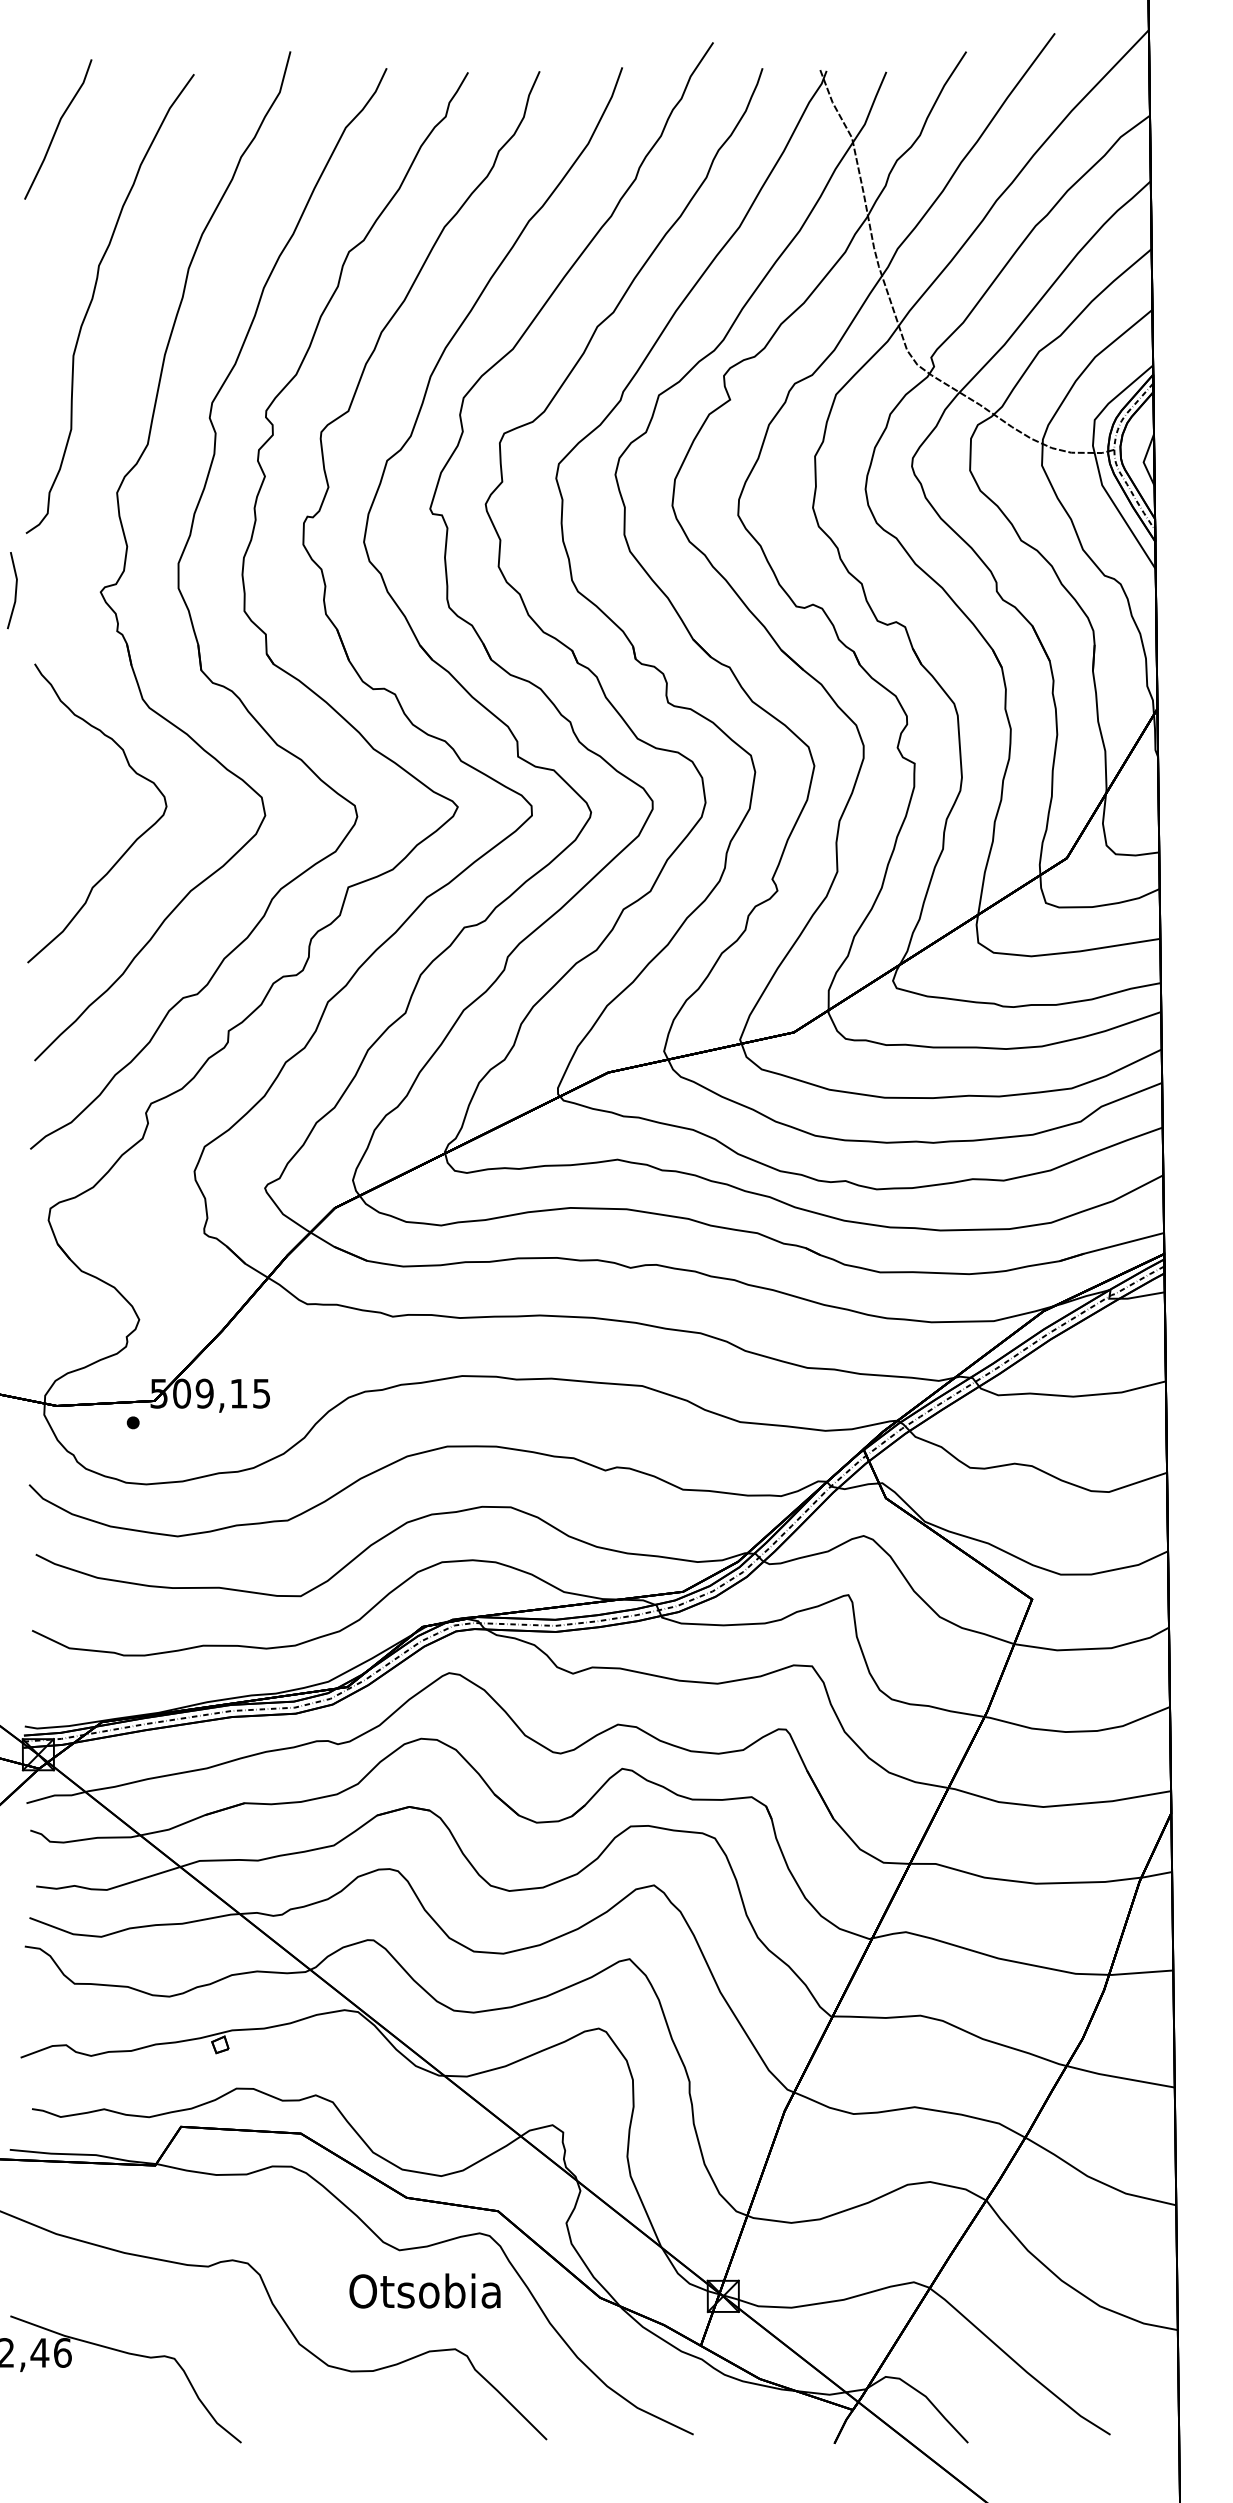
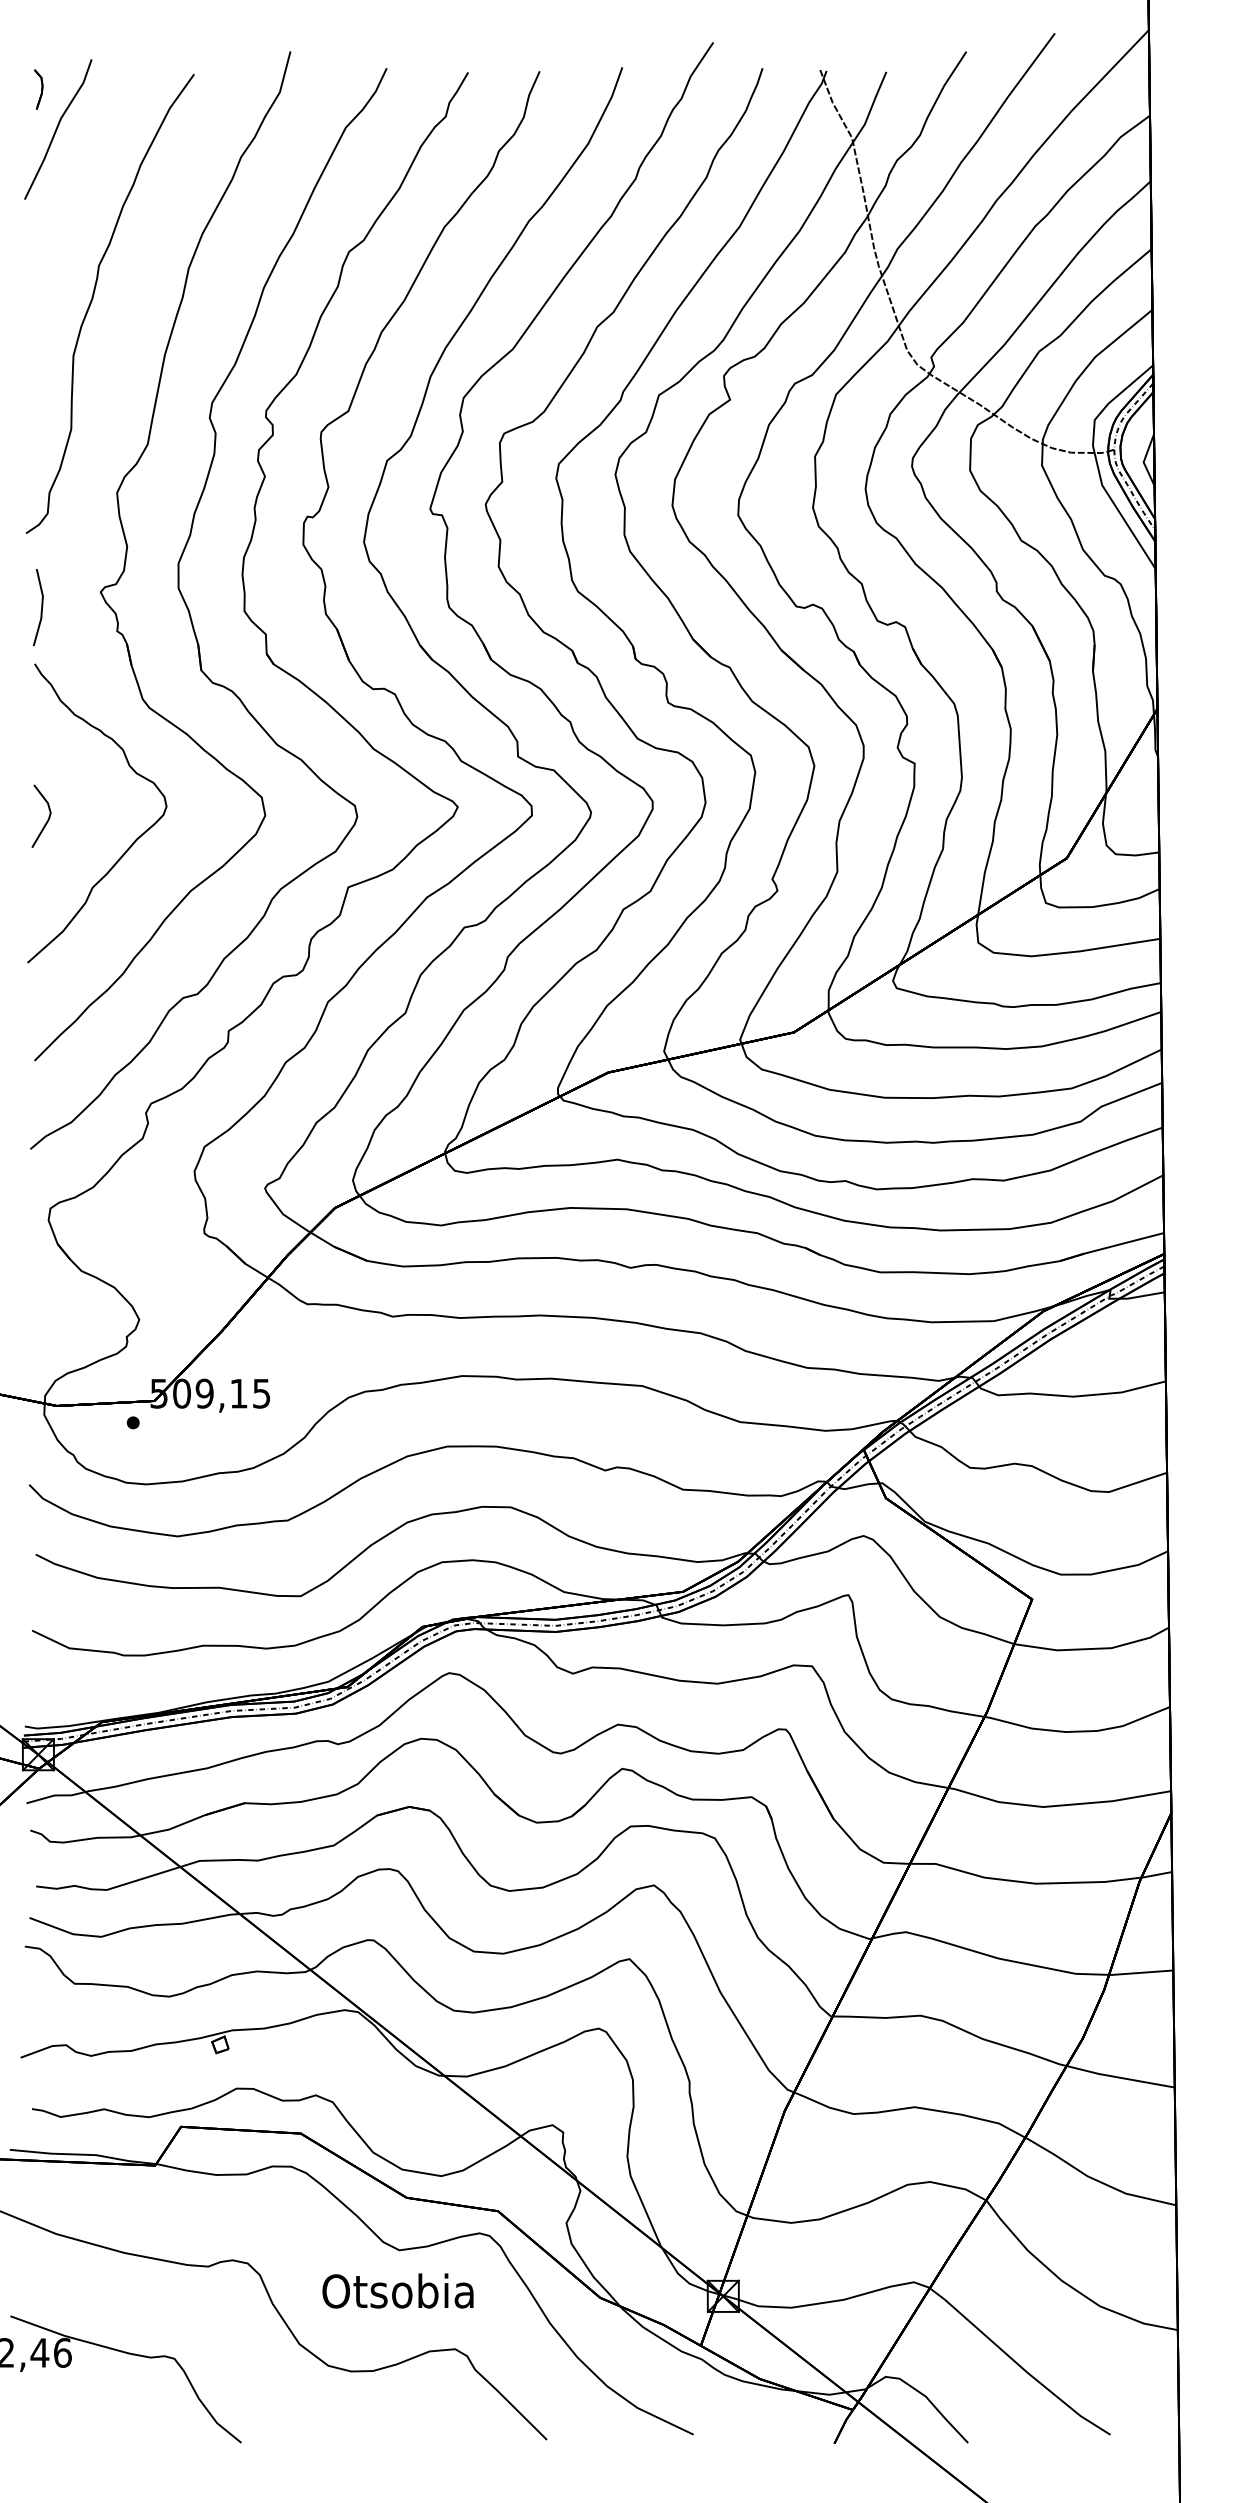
part at (38, 89): none -> present
line at (15, 590) position: (15, 590) -> (41, 607)
line at (48, 816): none -> present
text at (424, 2290) position: (424, 2290) -> (397, 2290)
